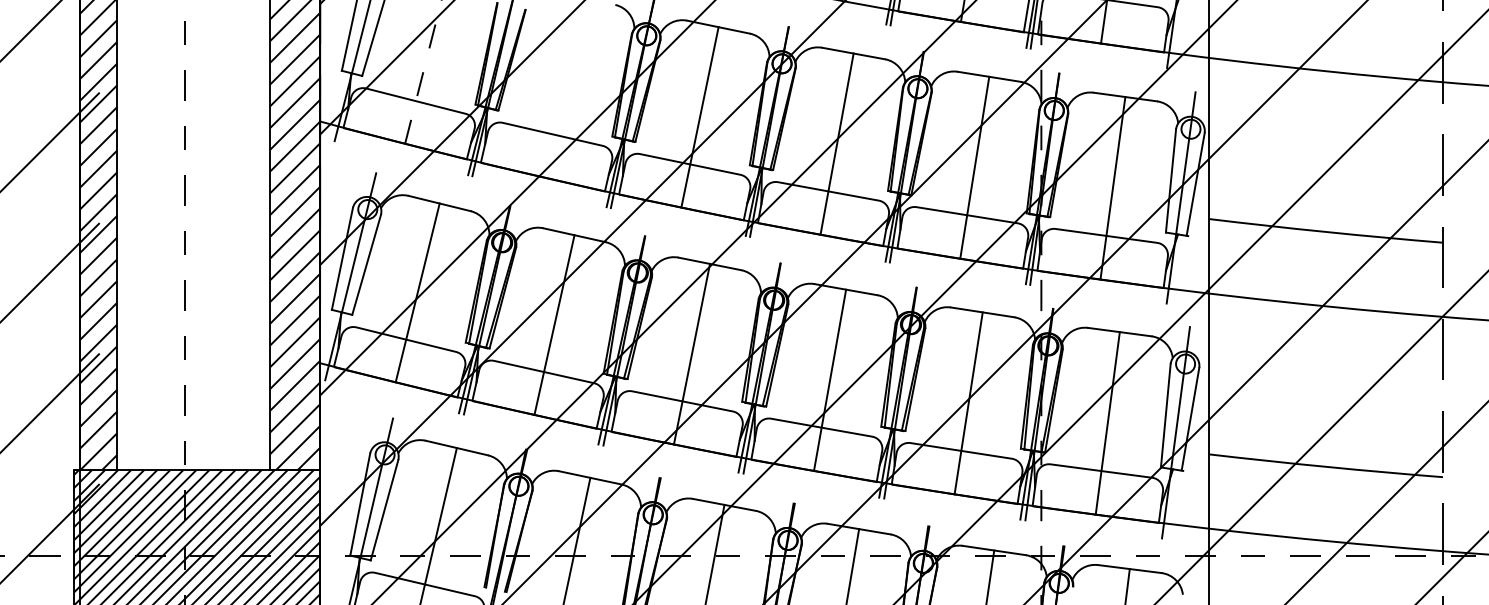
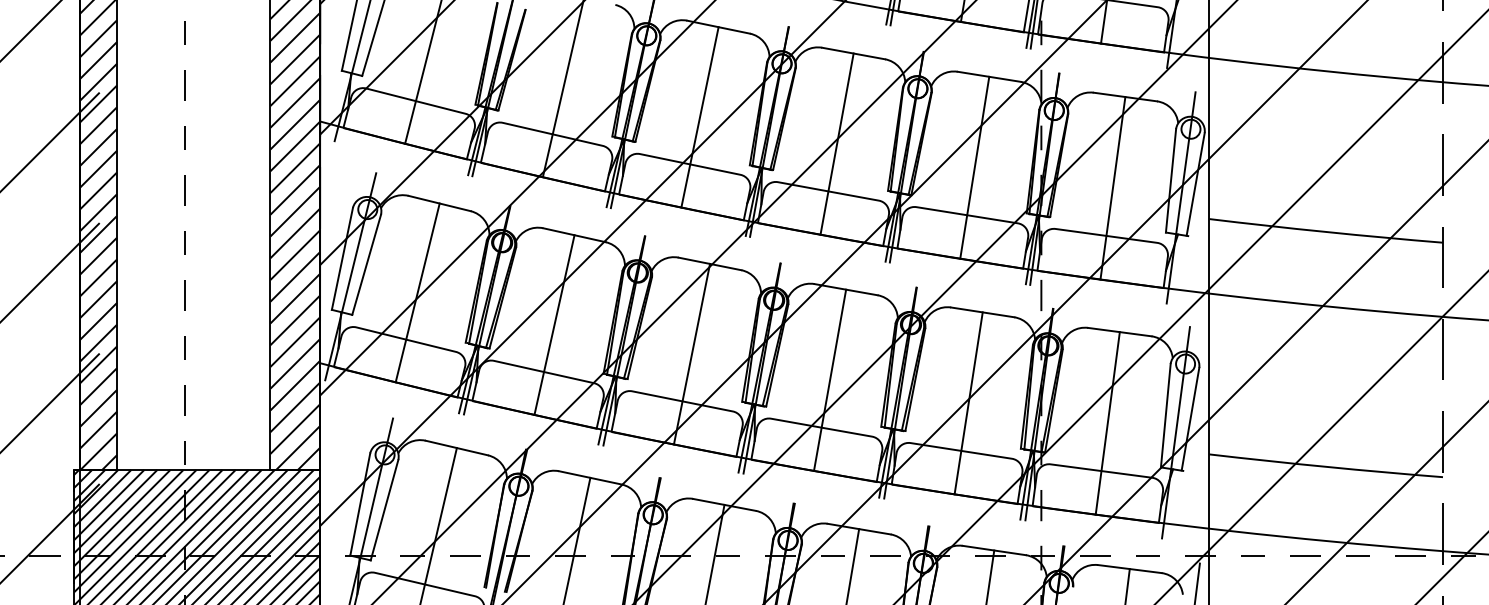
line at (423, 71): dashed -> solid
line at (562, 89): none -> present
line at (1197, 582): none -> present
